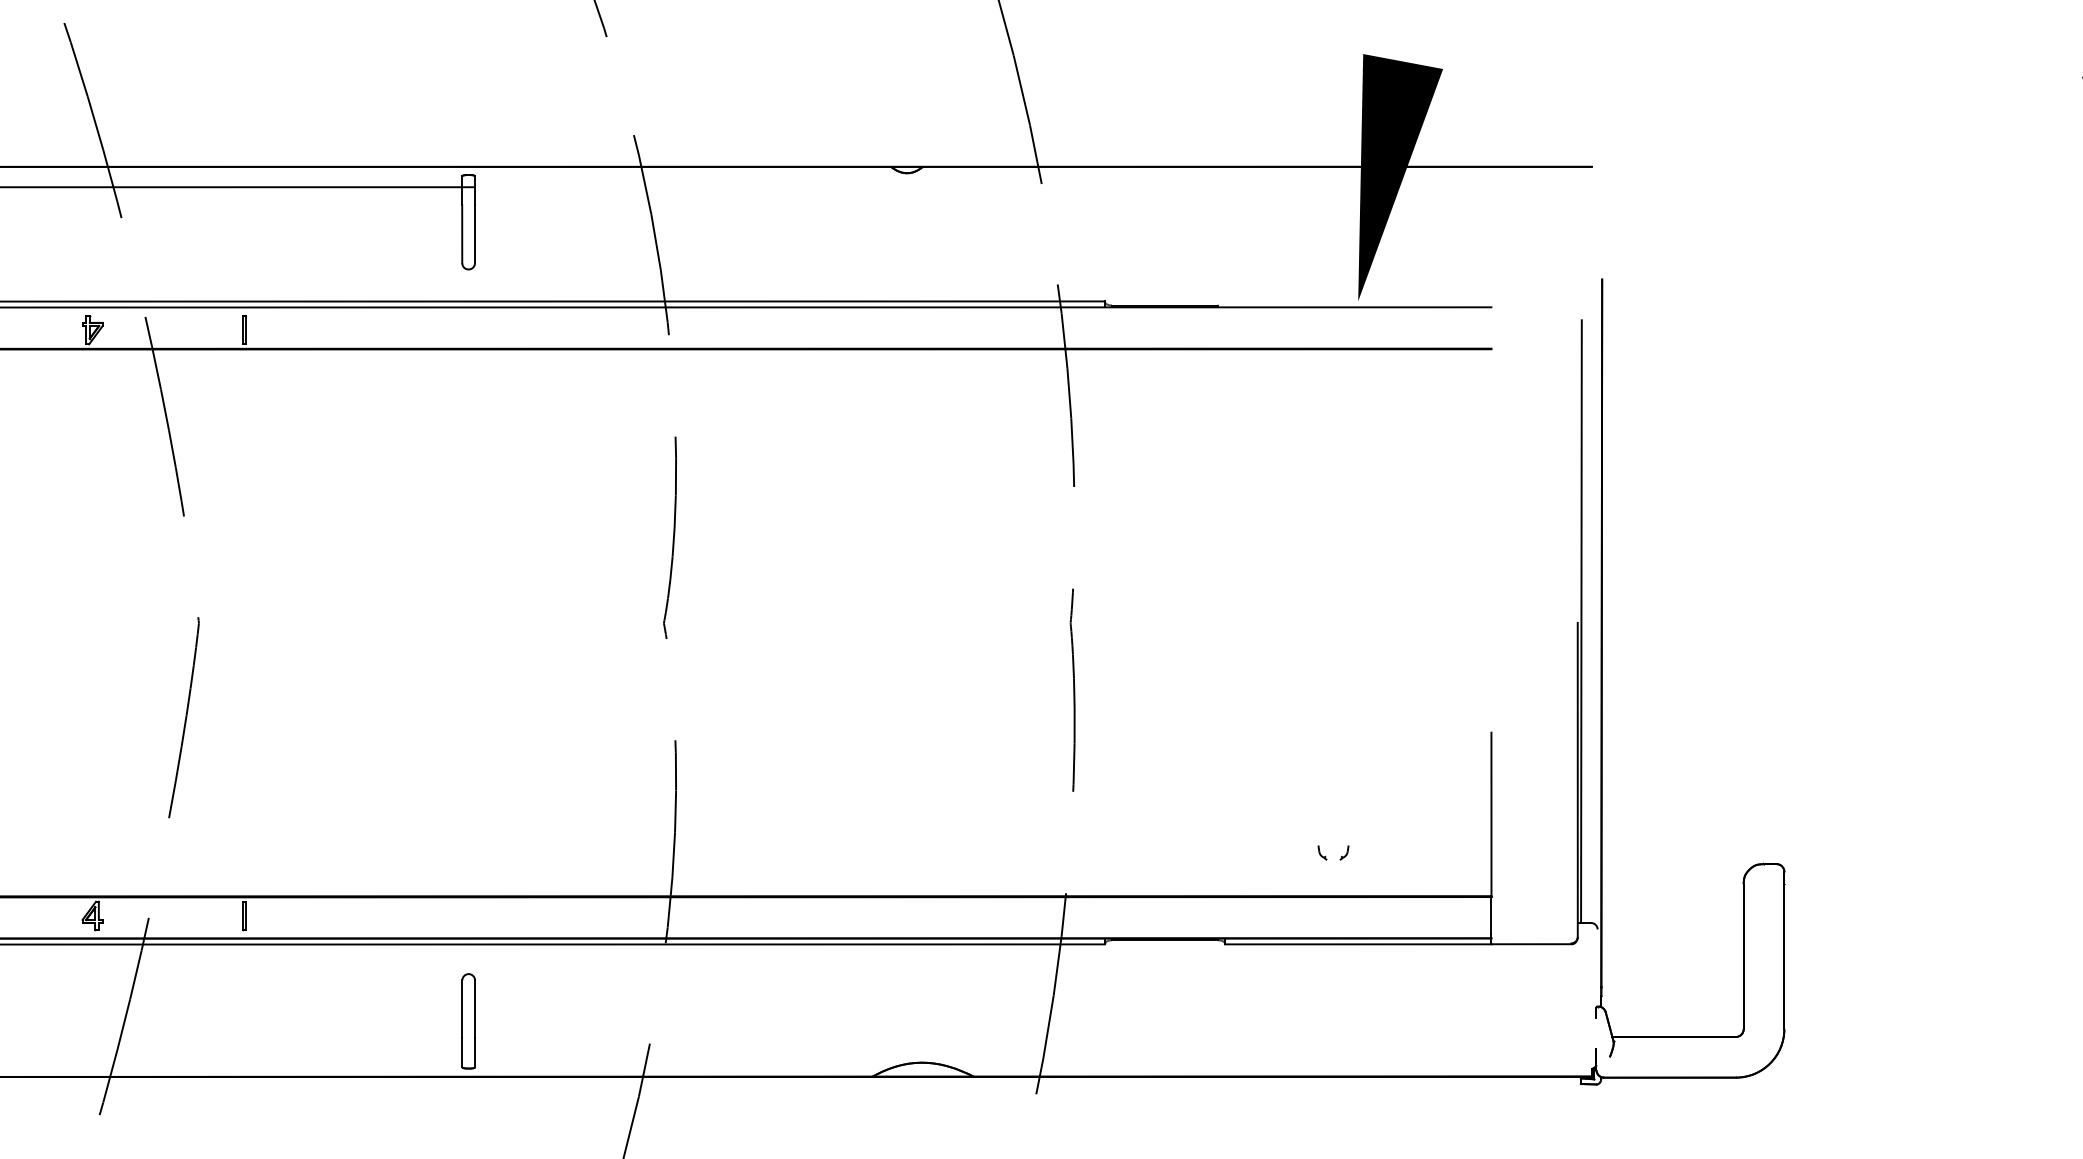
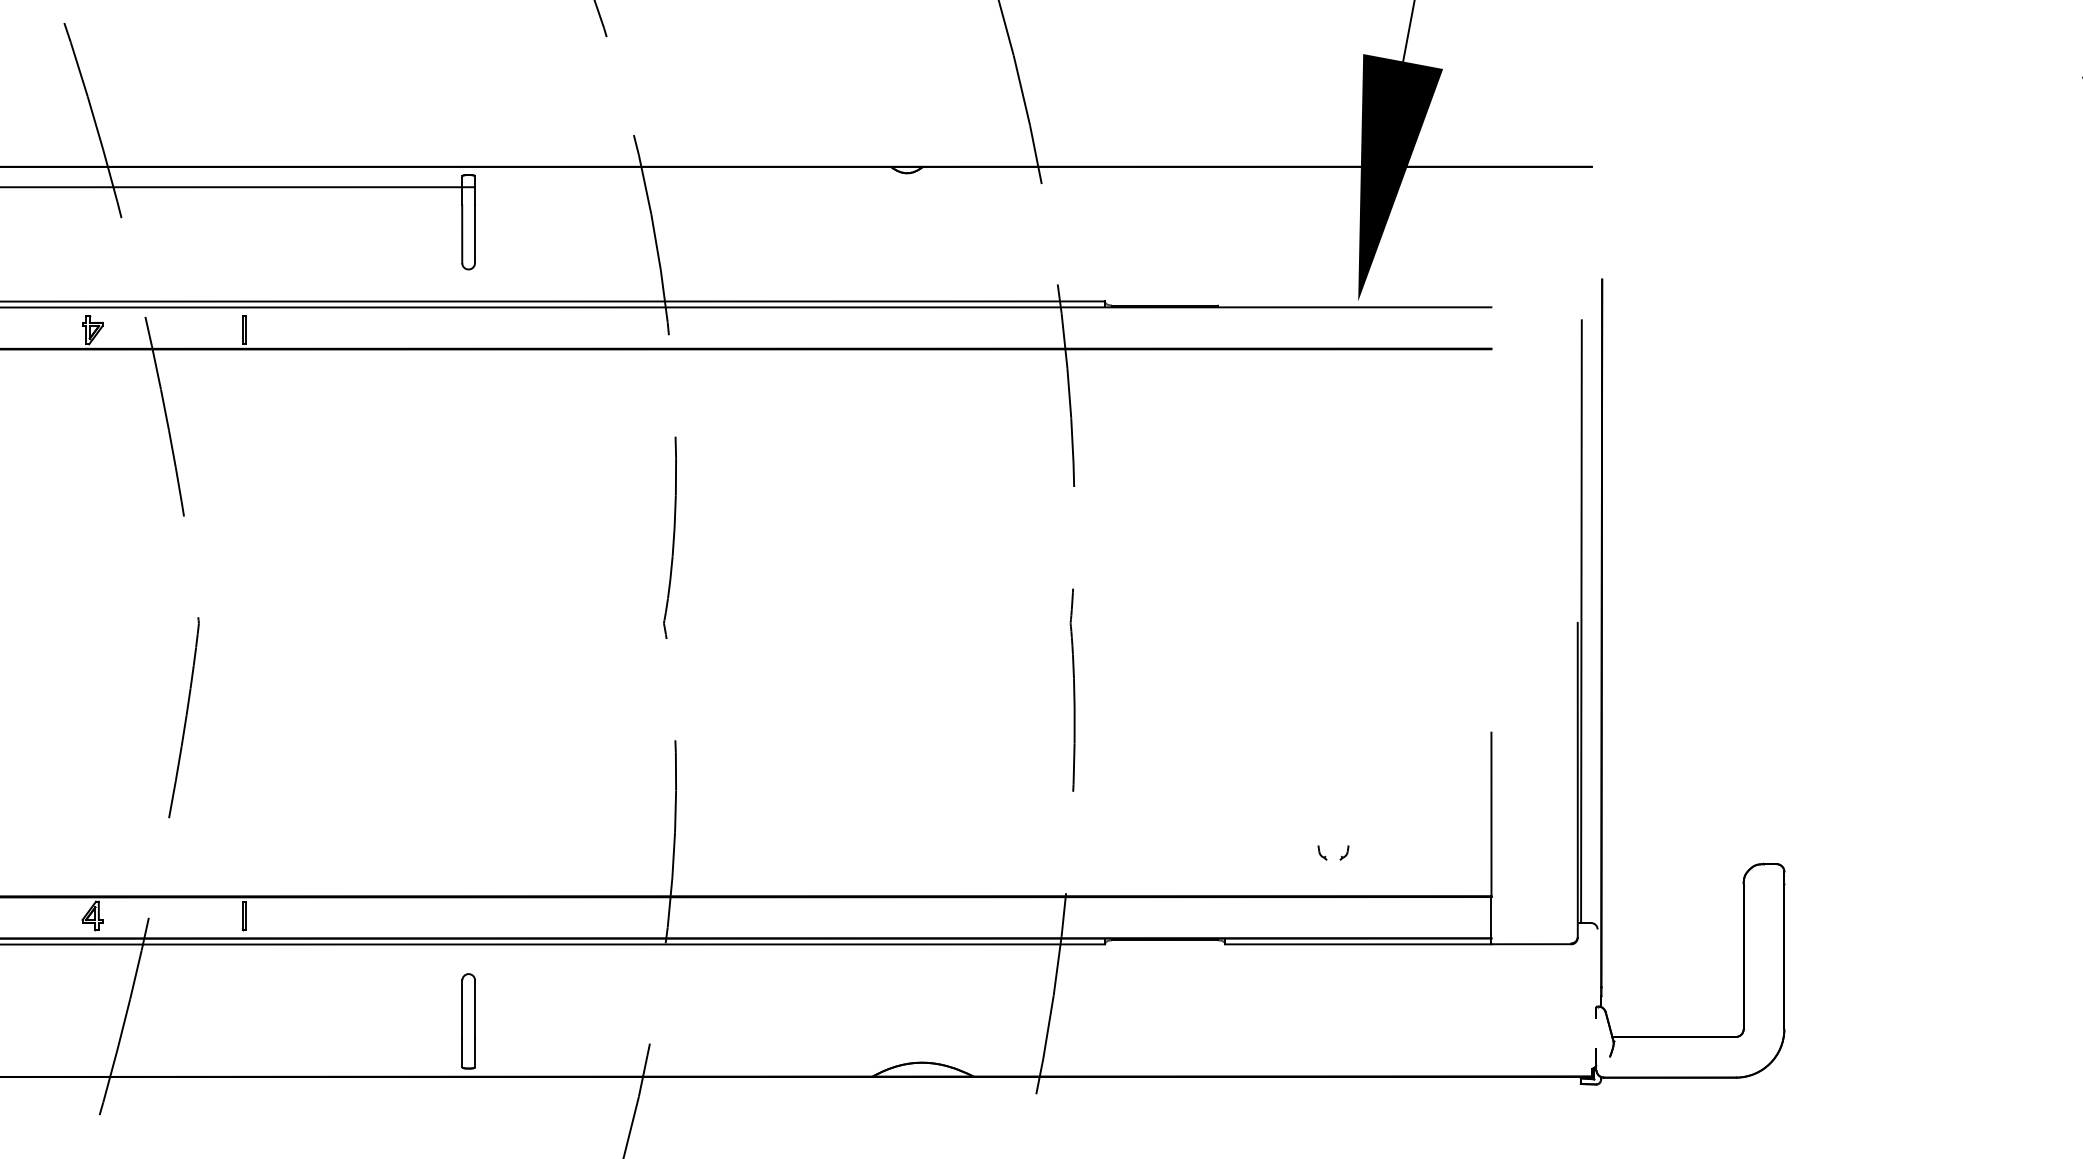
line at (1408, 31): none -> present
